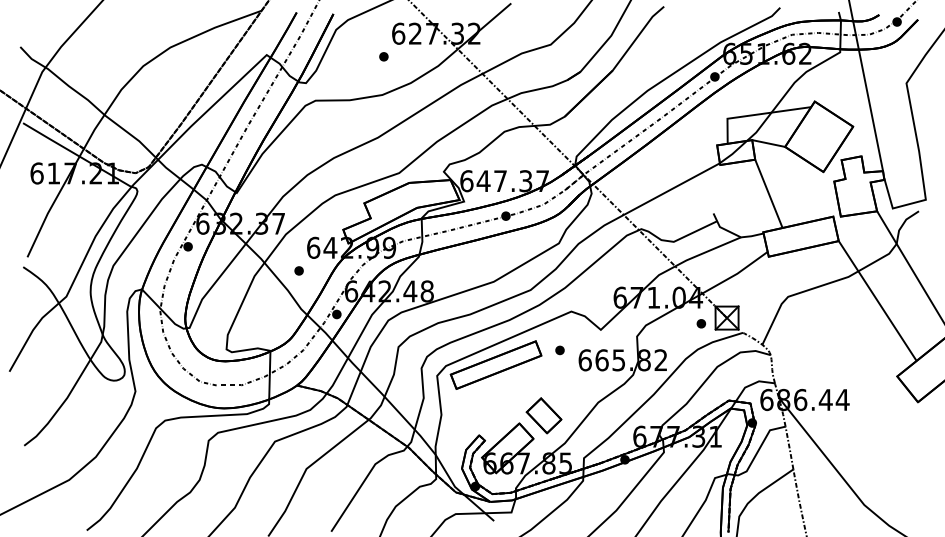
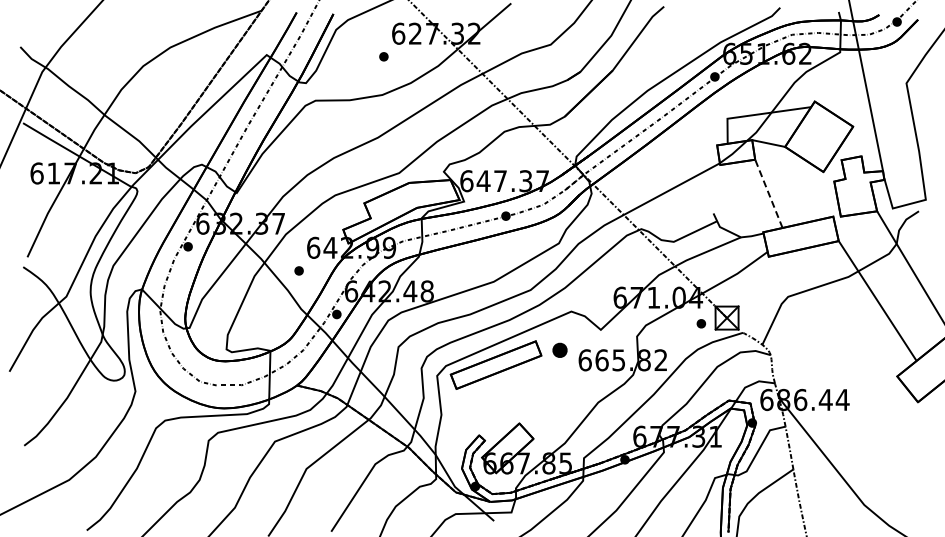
line at (768, 193): solid -> dashed
part at (559, 350) size: 10x11 px -> 16x16 px
part at (543, 415): present -> none
